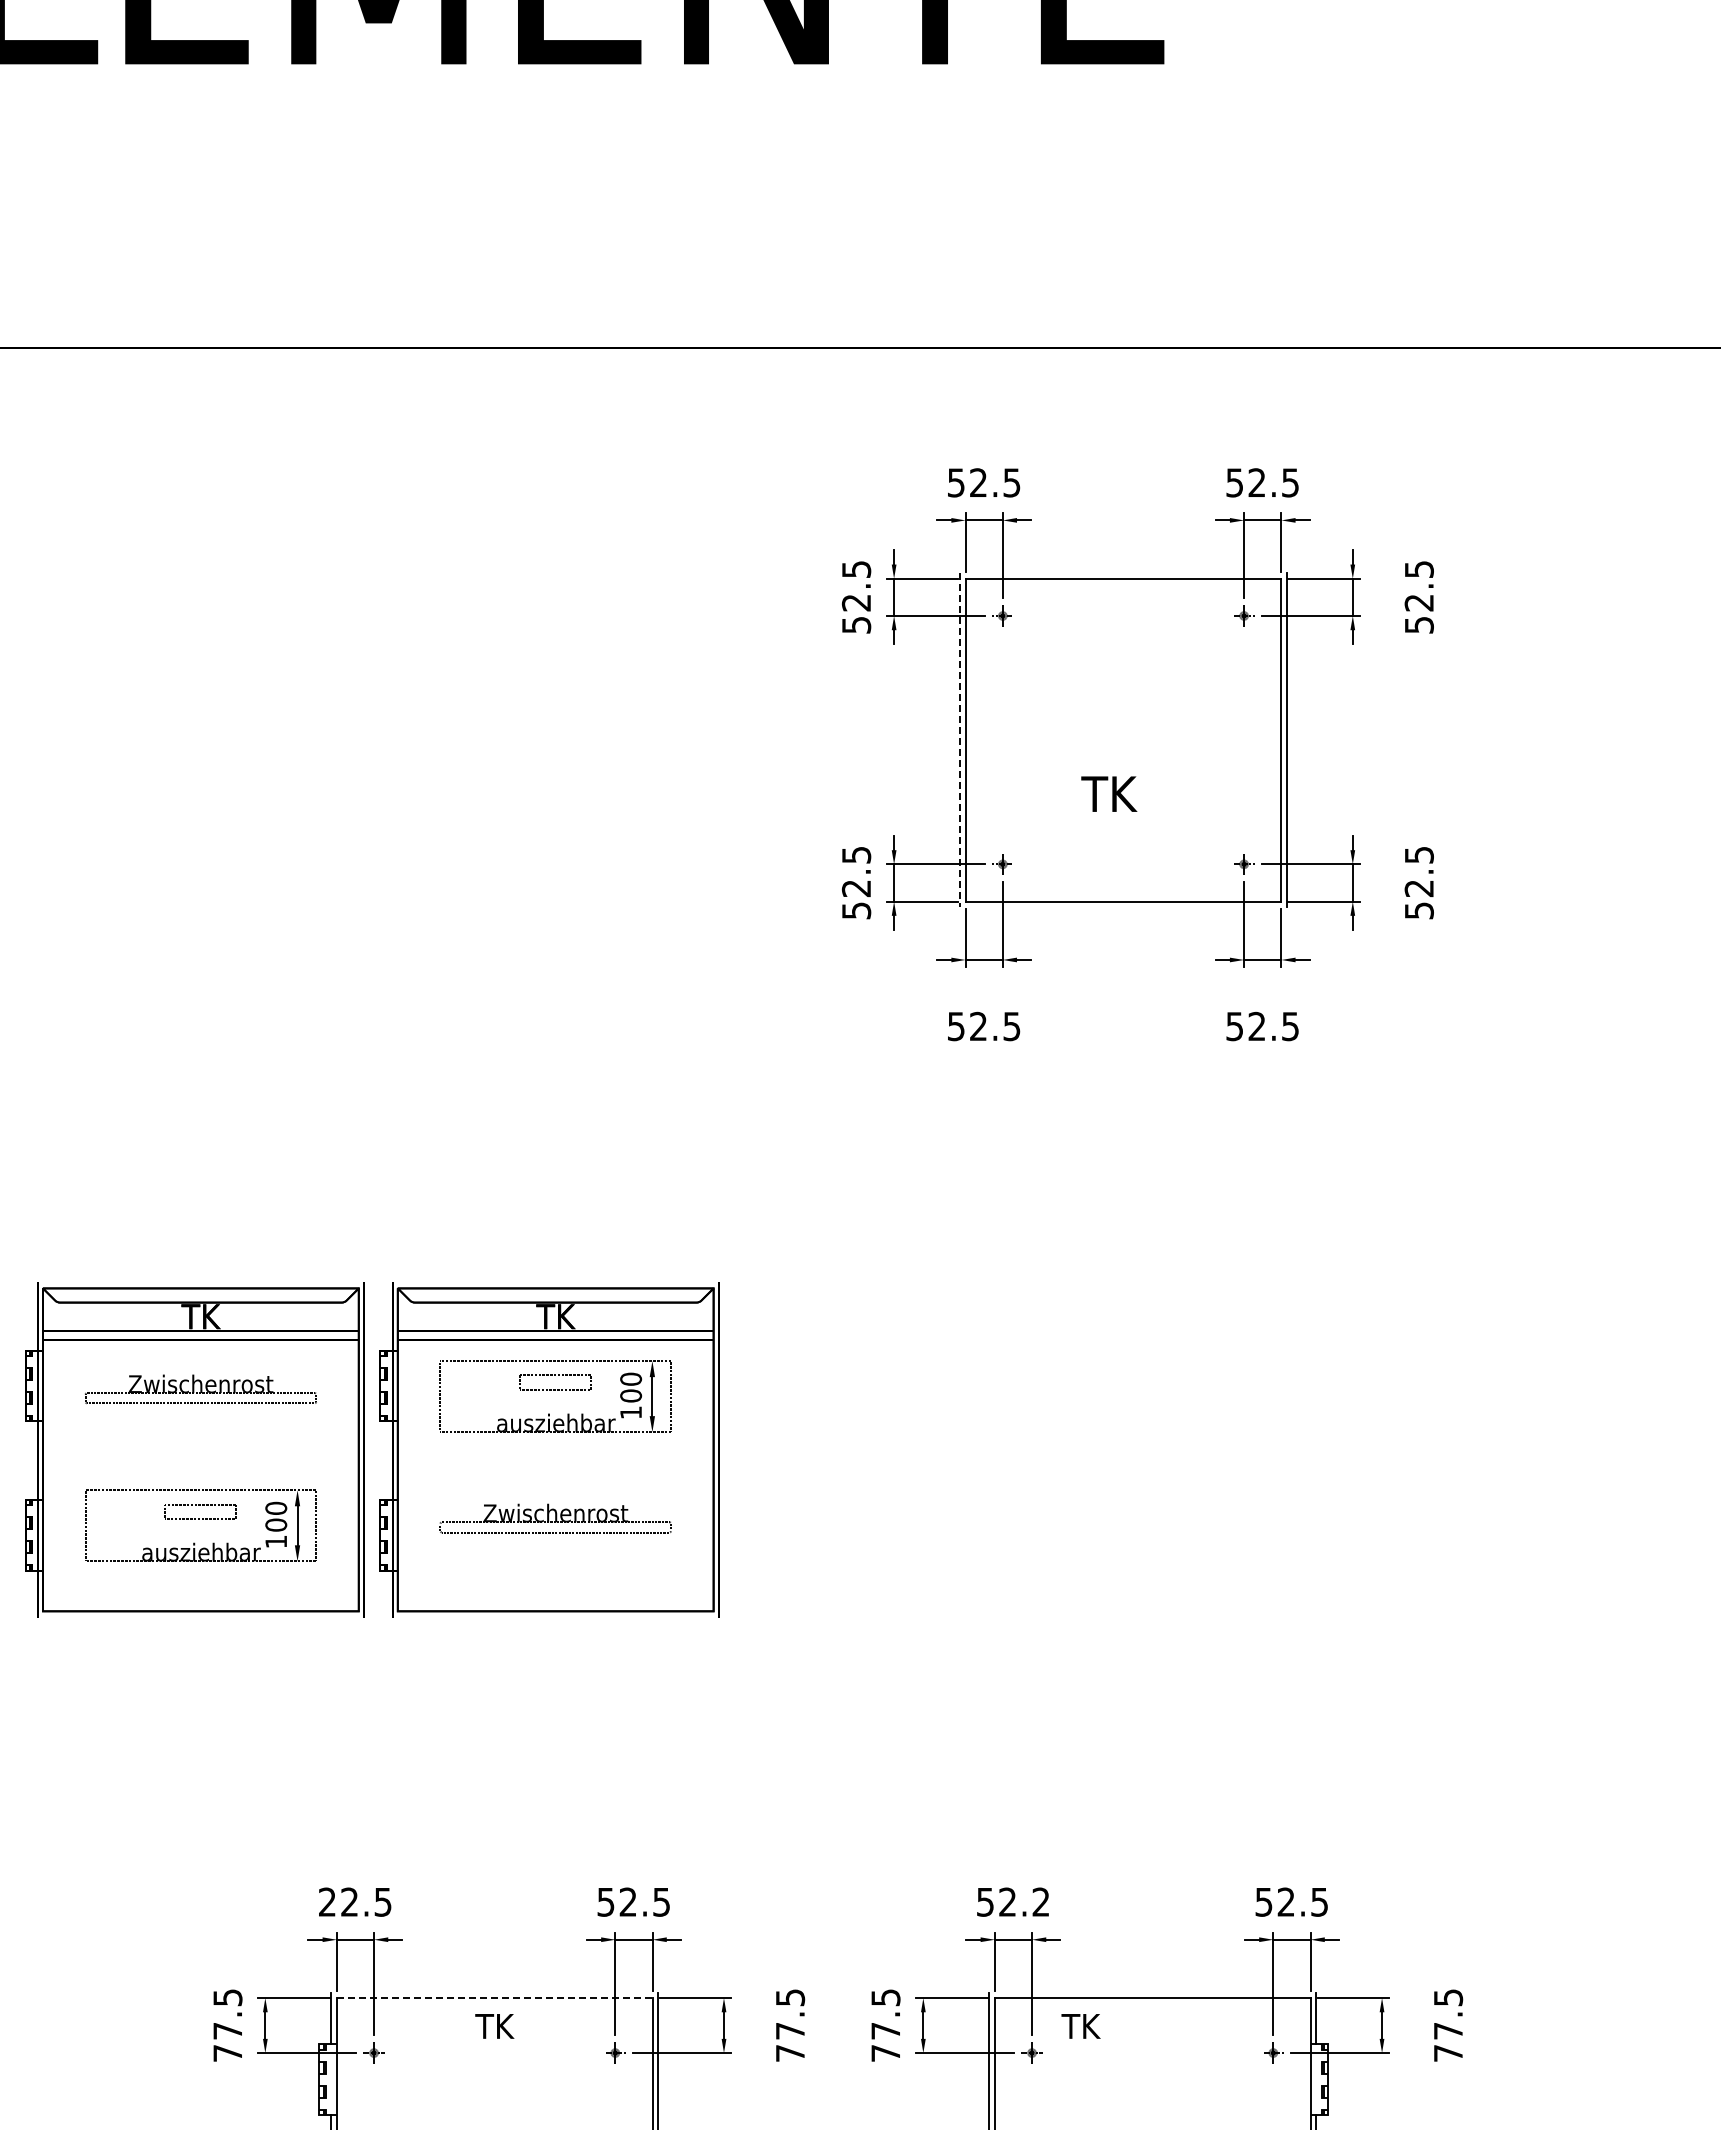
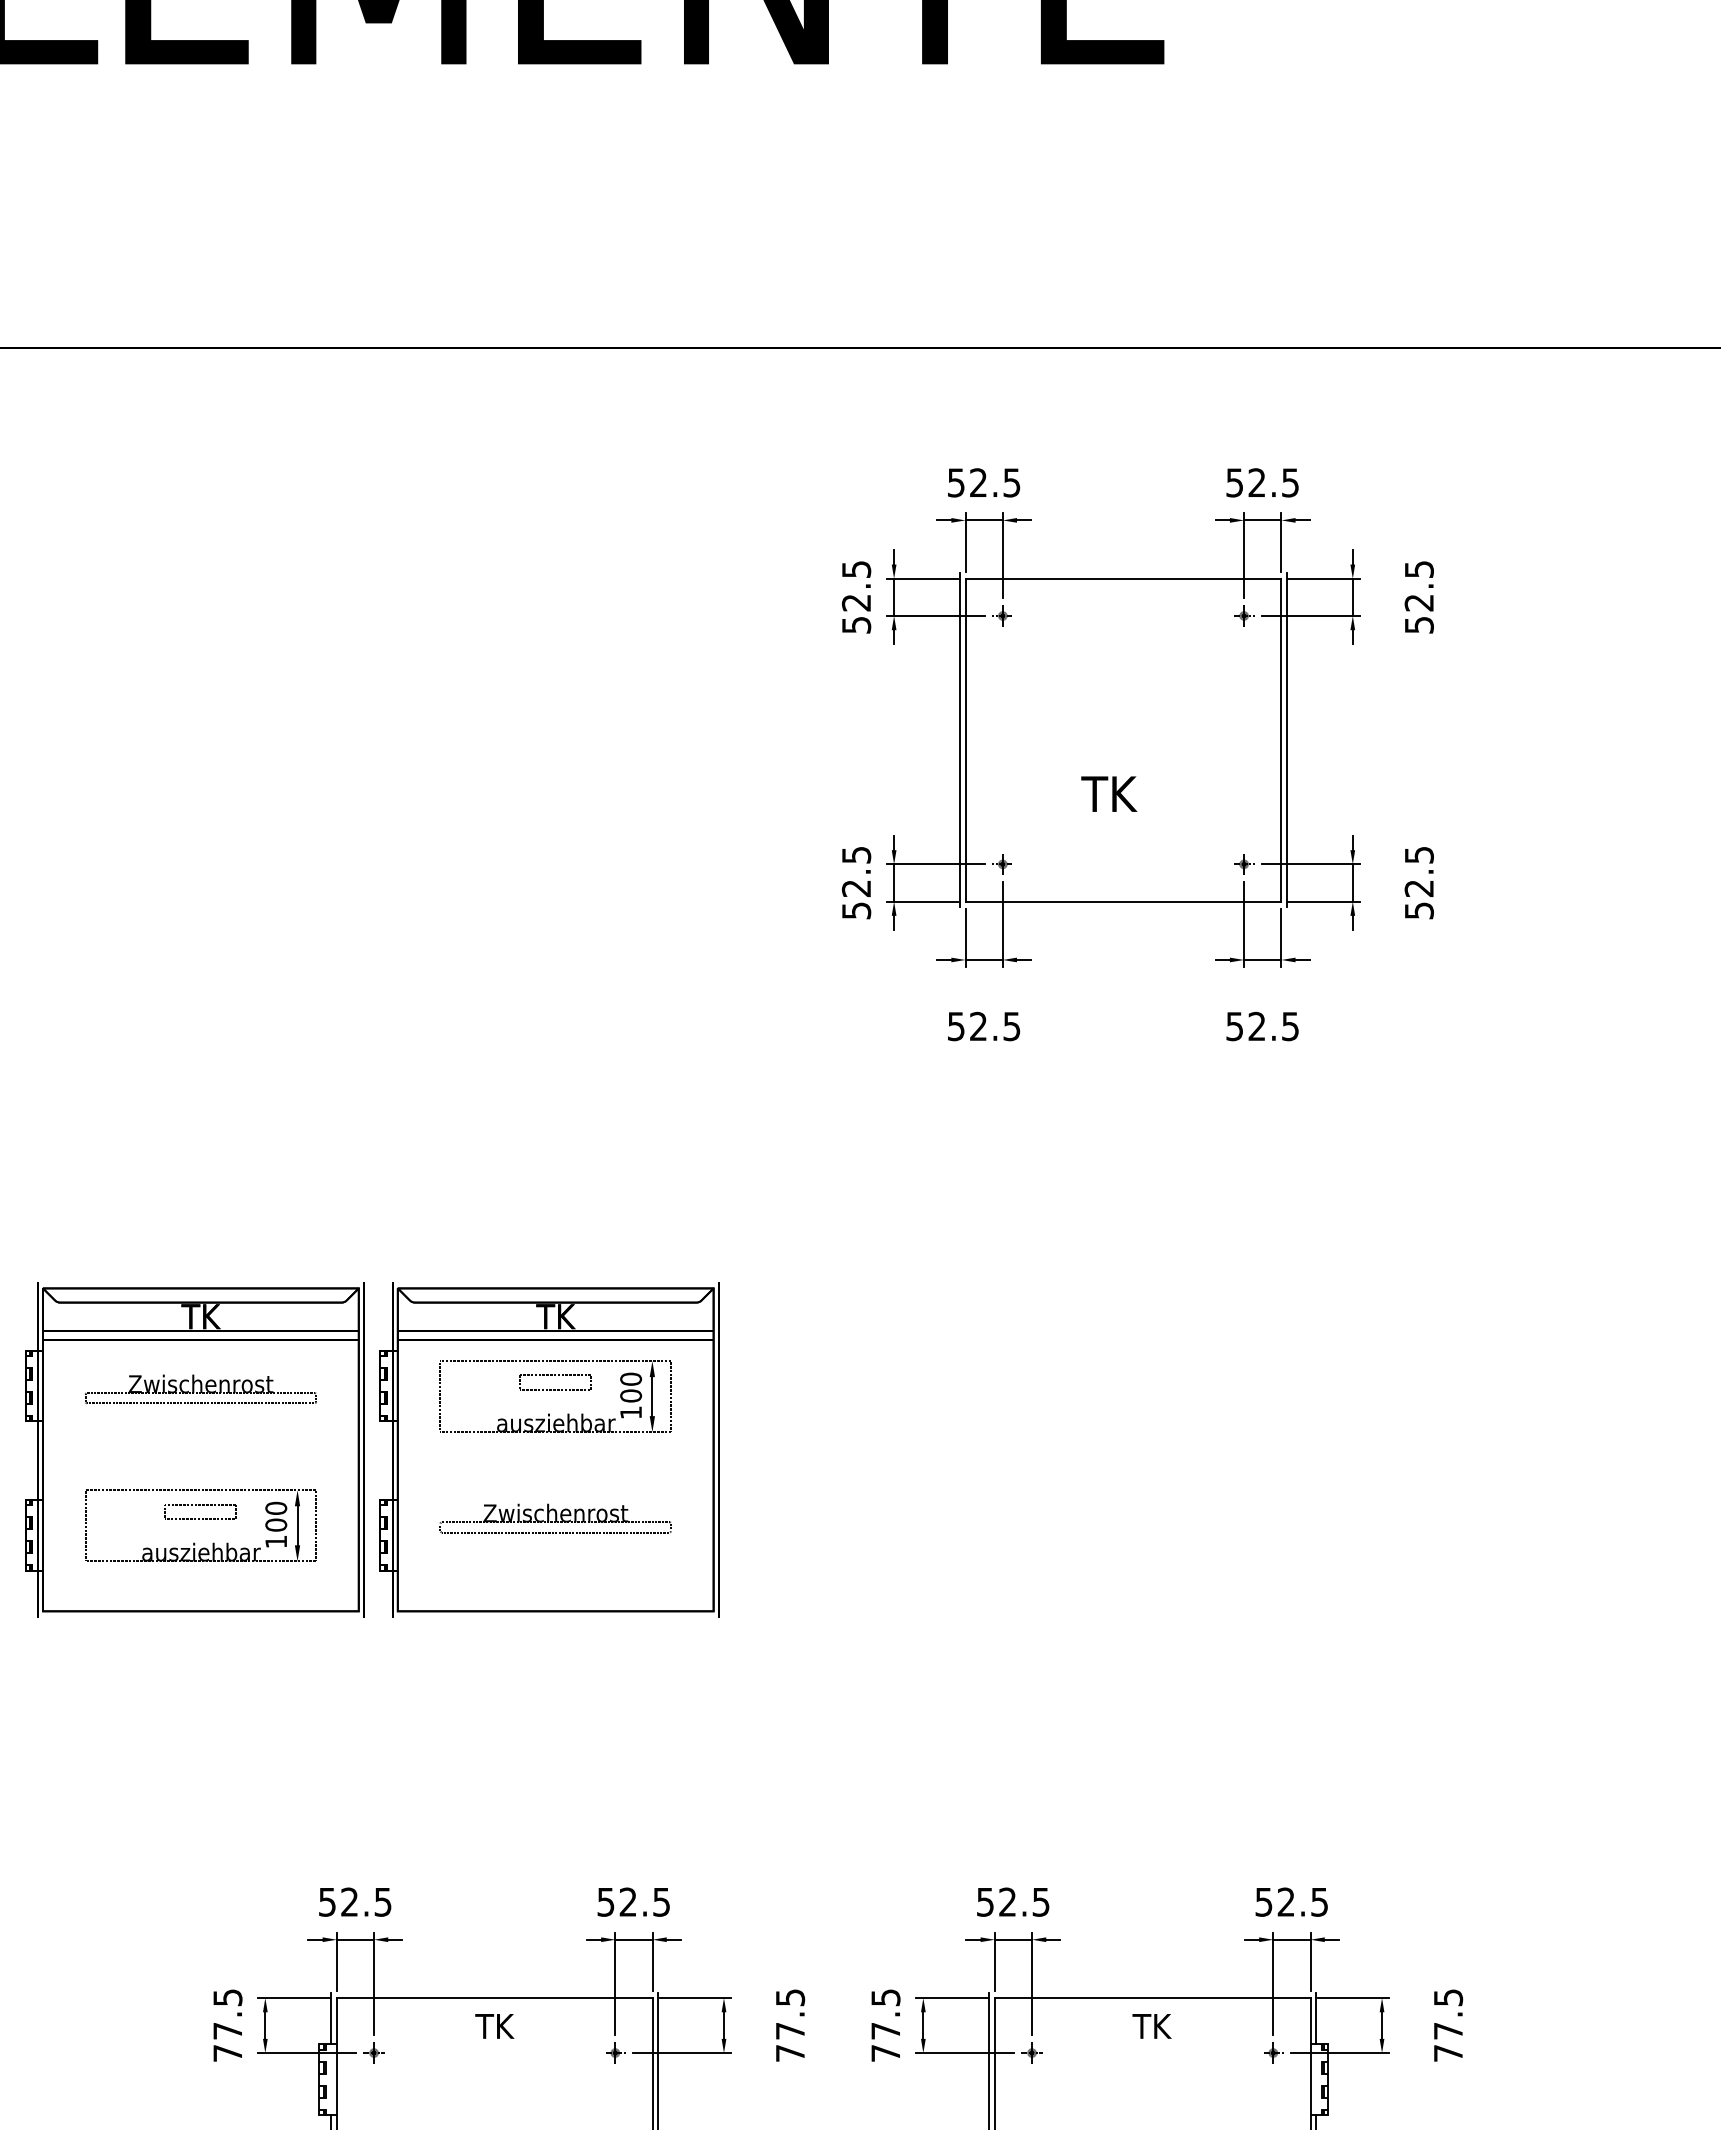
line at (960, 740): dashed -> solid
text at (327, 1901): 22.5 -> 52.5
text at (1040, 1901): 52.2 -> 52.5
line at (494, 1998): dashed -> solid
text at (1080, 2026) position: (1080, 2026) -> (1151, 2026)
